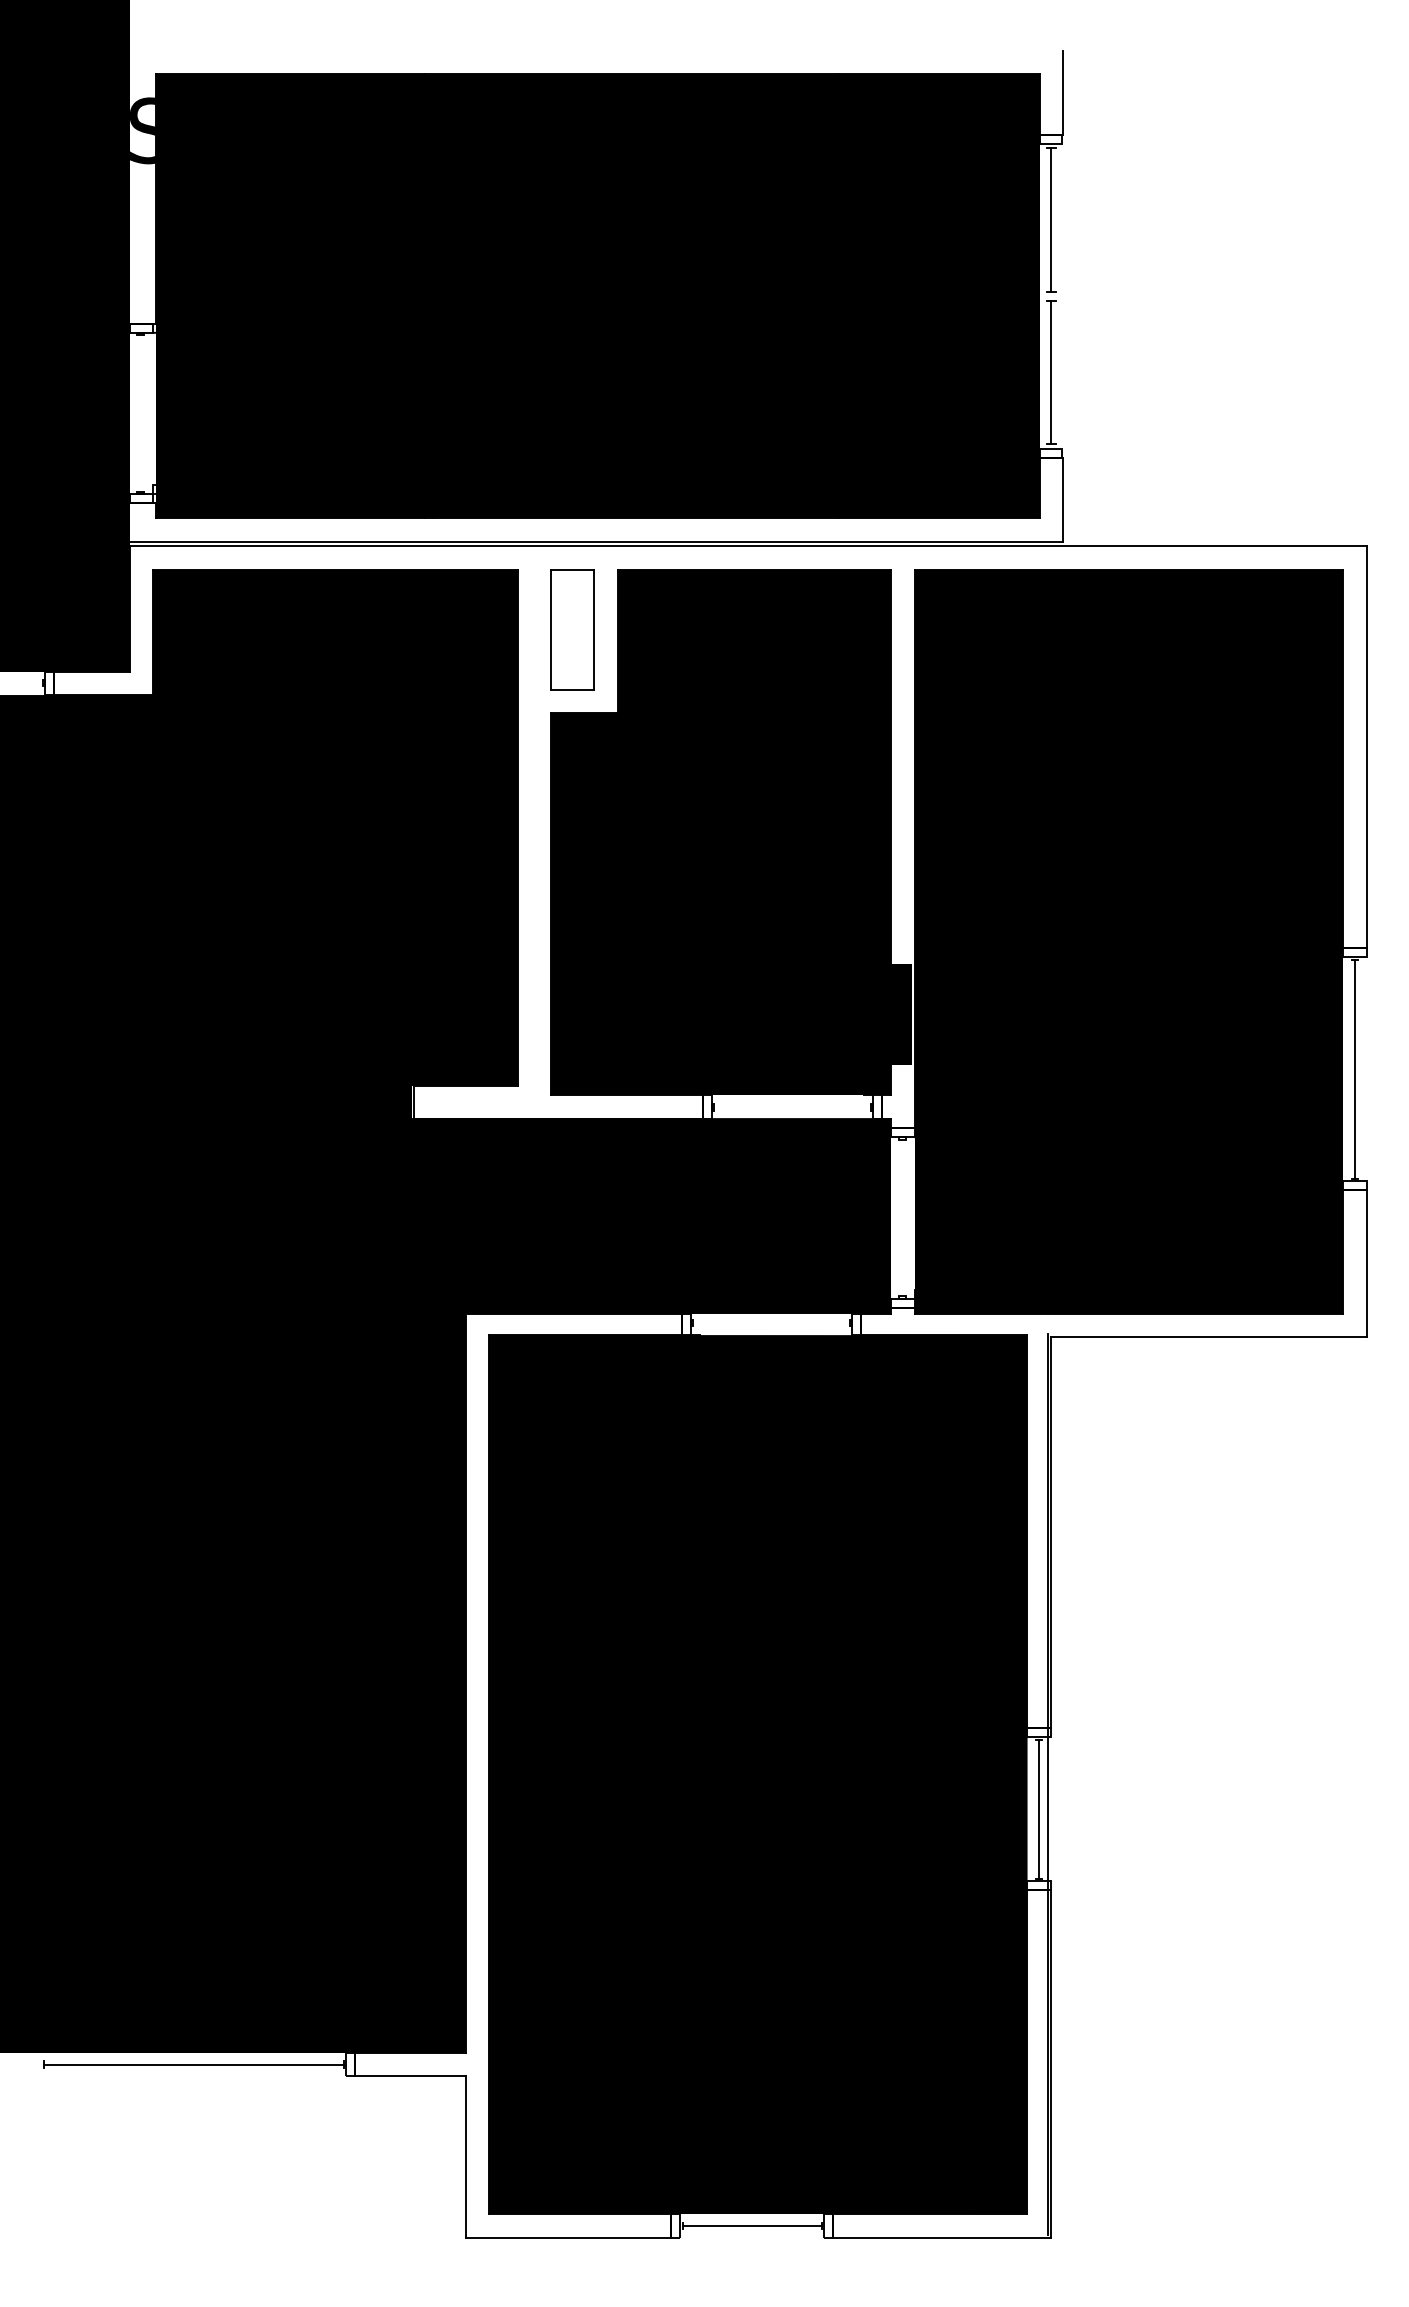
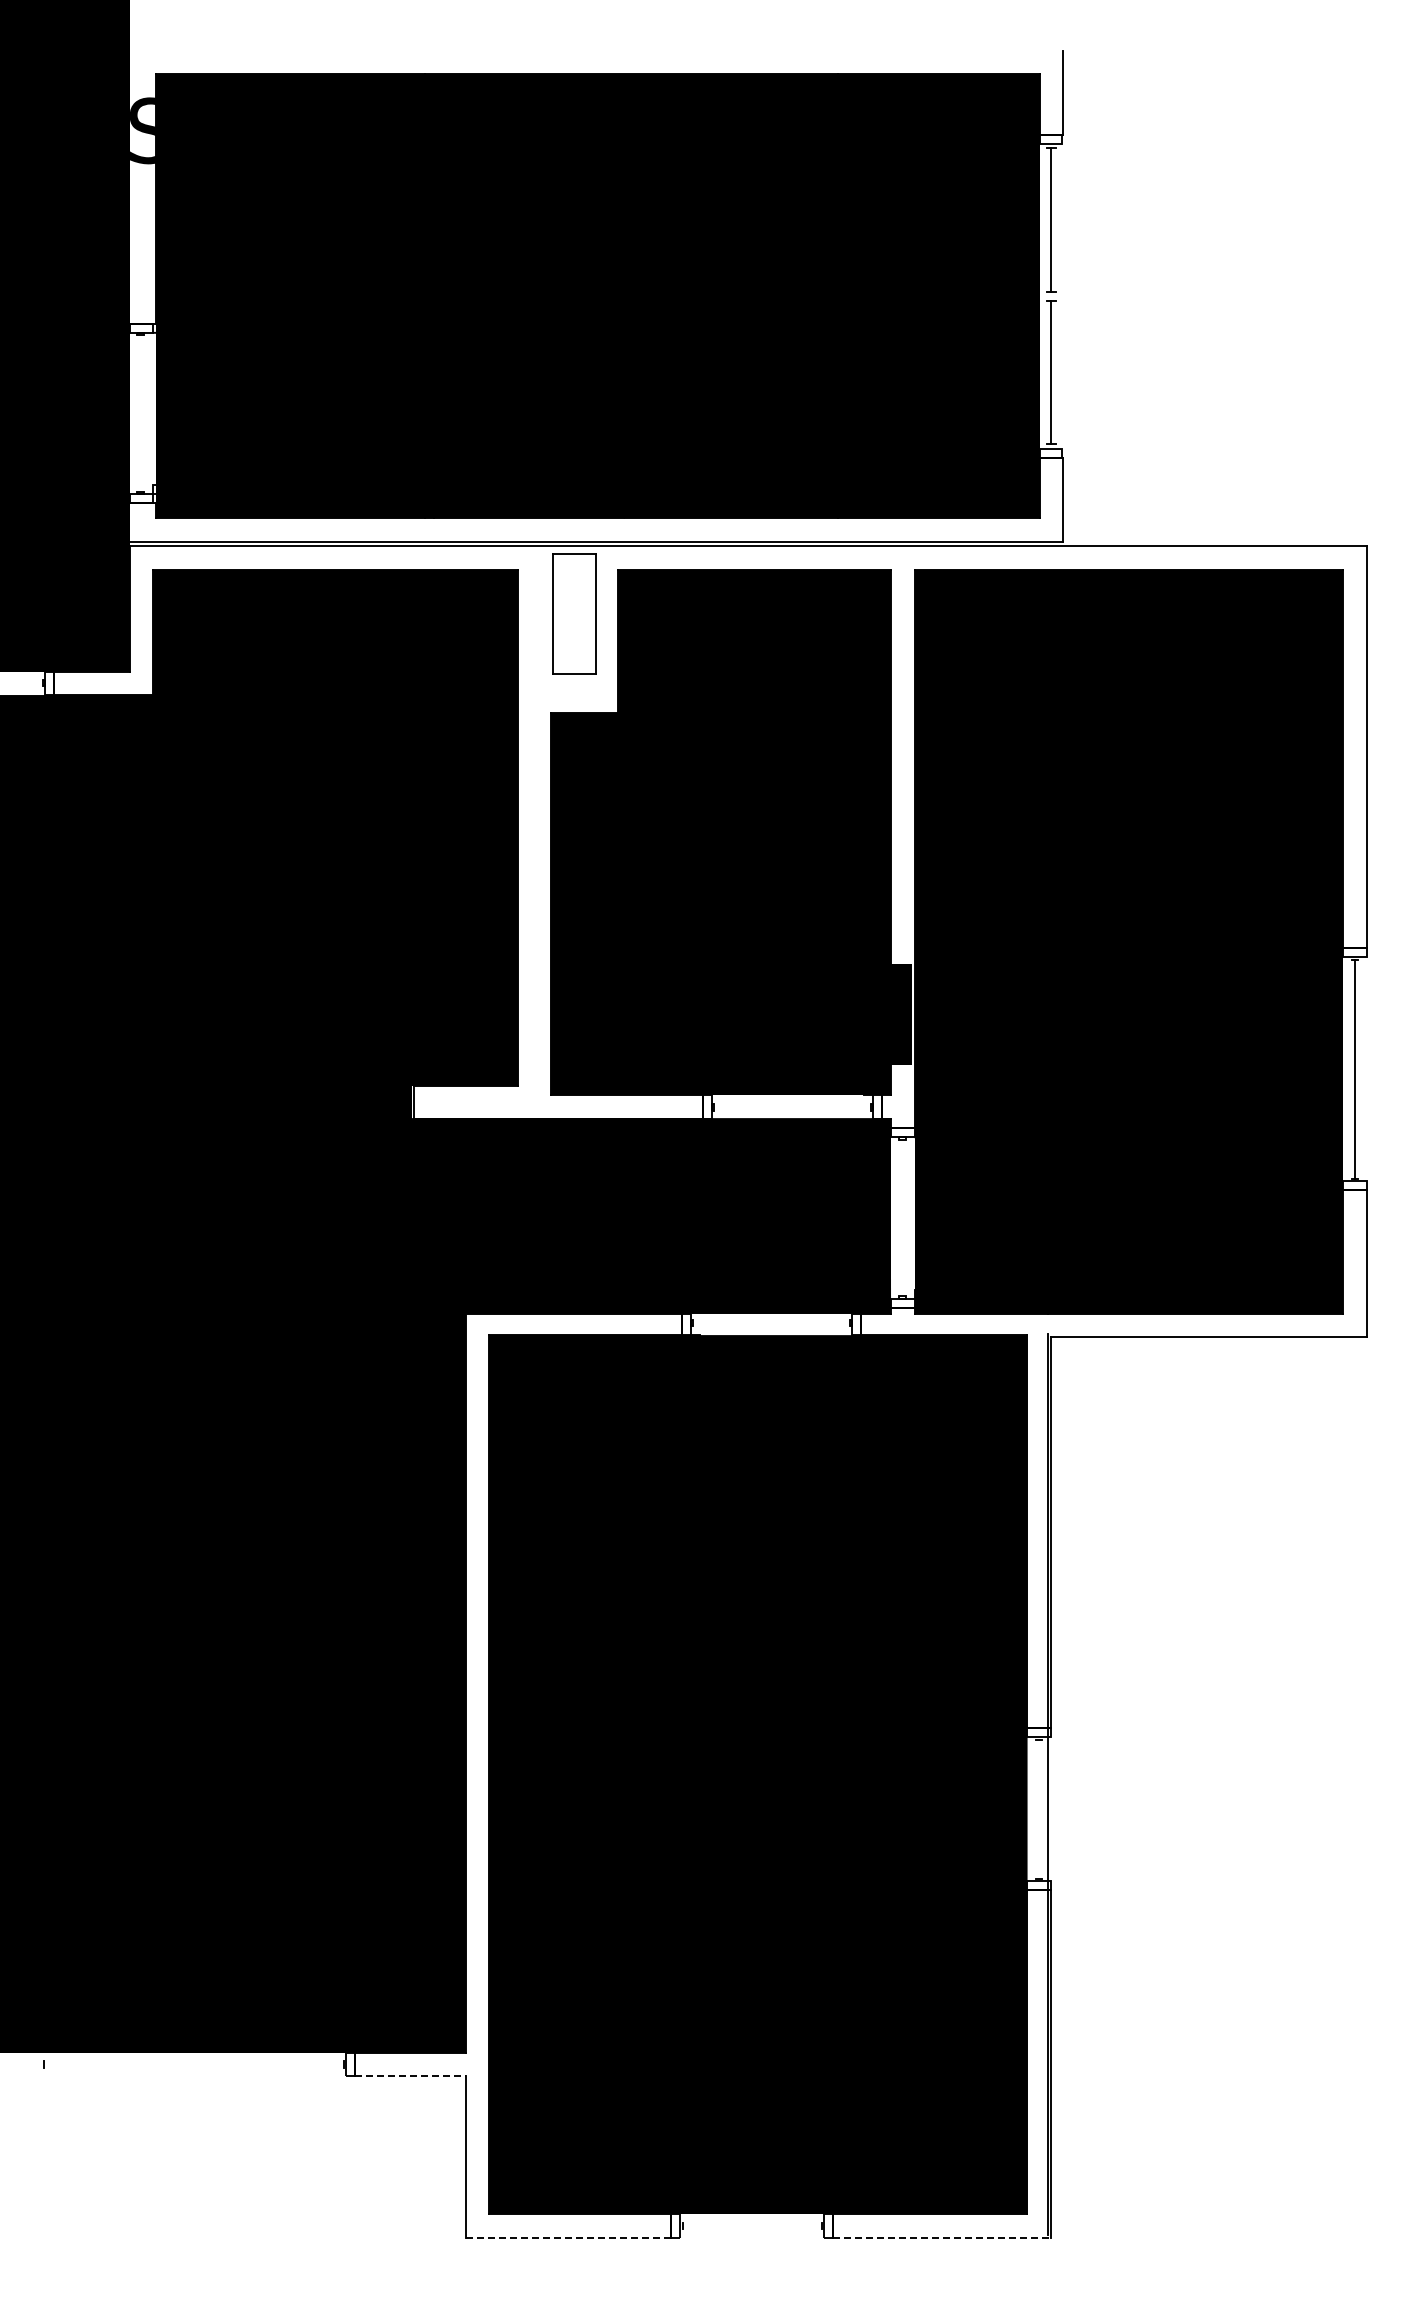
part at (572, 629) position: (572, 629) -> (574, 613)
line at (1038, 1808): present -> none
line at (193, 2064): present -> none
line at (410, 2076): solid -> dashed
line at (751, 2226): present -> none
line at (568, 2237): solid -> dashed
line at (941, 2237): solid -> dashed
